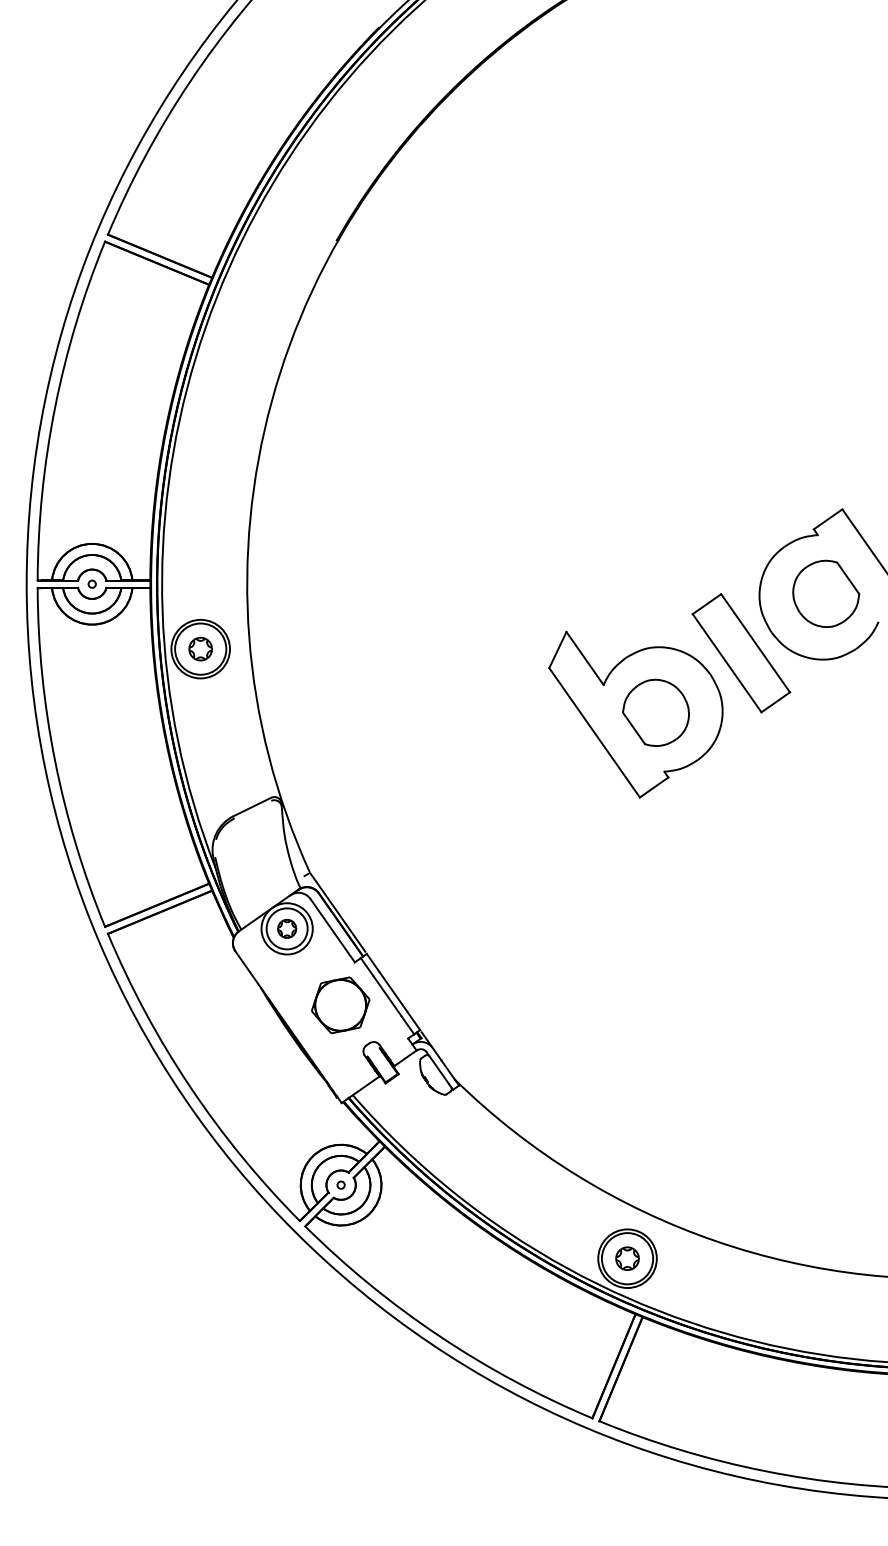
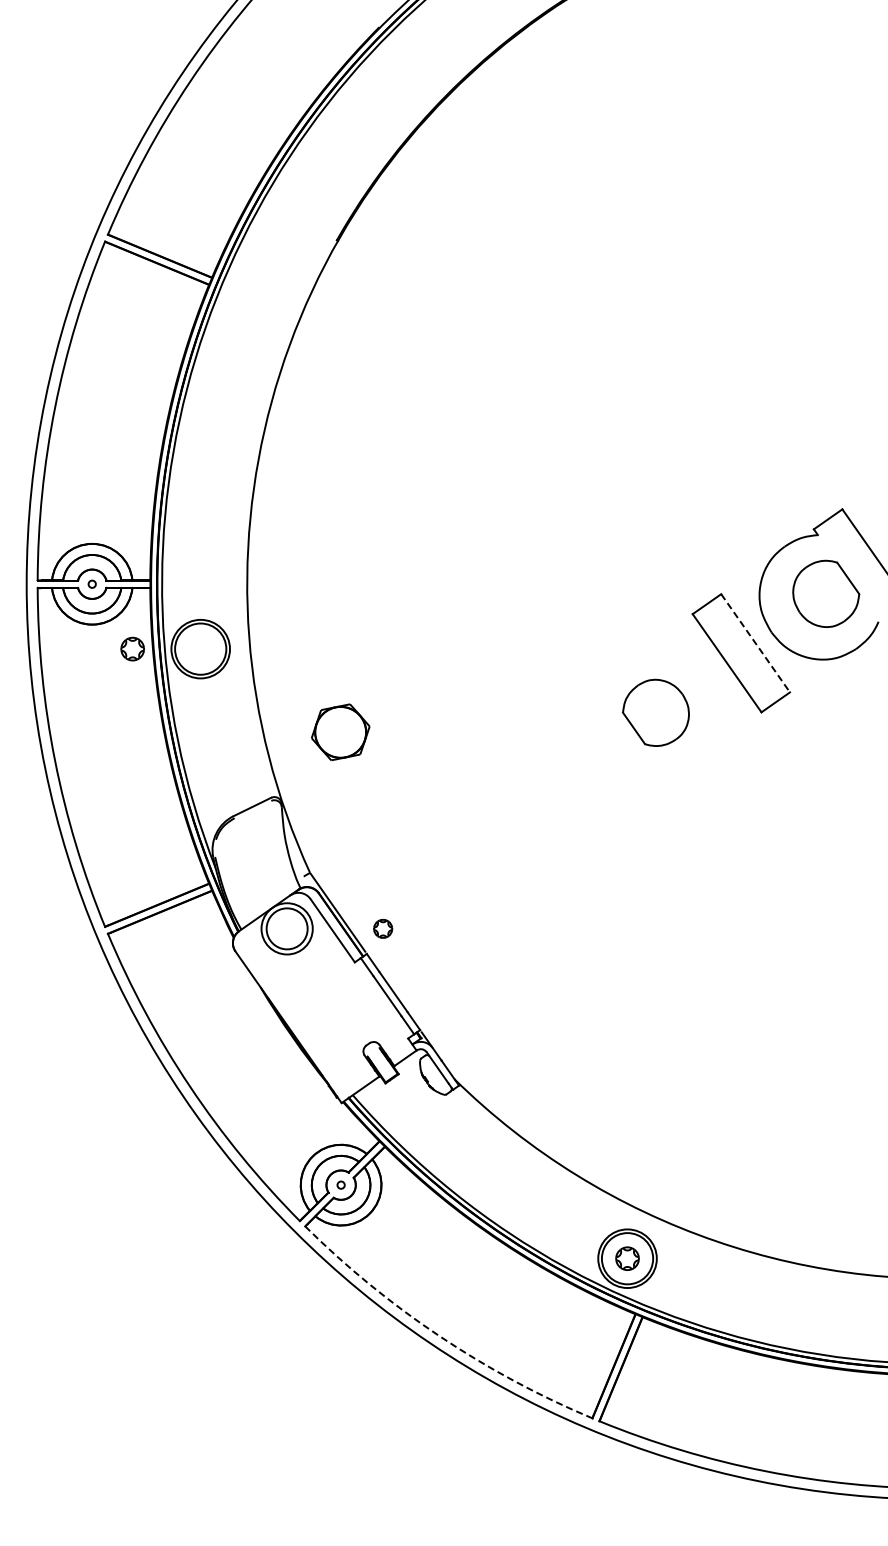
line at (755, 643): solid -> dashed
part at (200, 648) position: (200, 648) -> (132, 648)
part at (635, 714): present -> none
part at (287, 928) position: (287, 928) -> (383, 928)
part at (340, 1005) position: (340, 1005) -> (340, 732)
arc at (439, 1336): solid -> dashed
